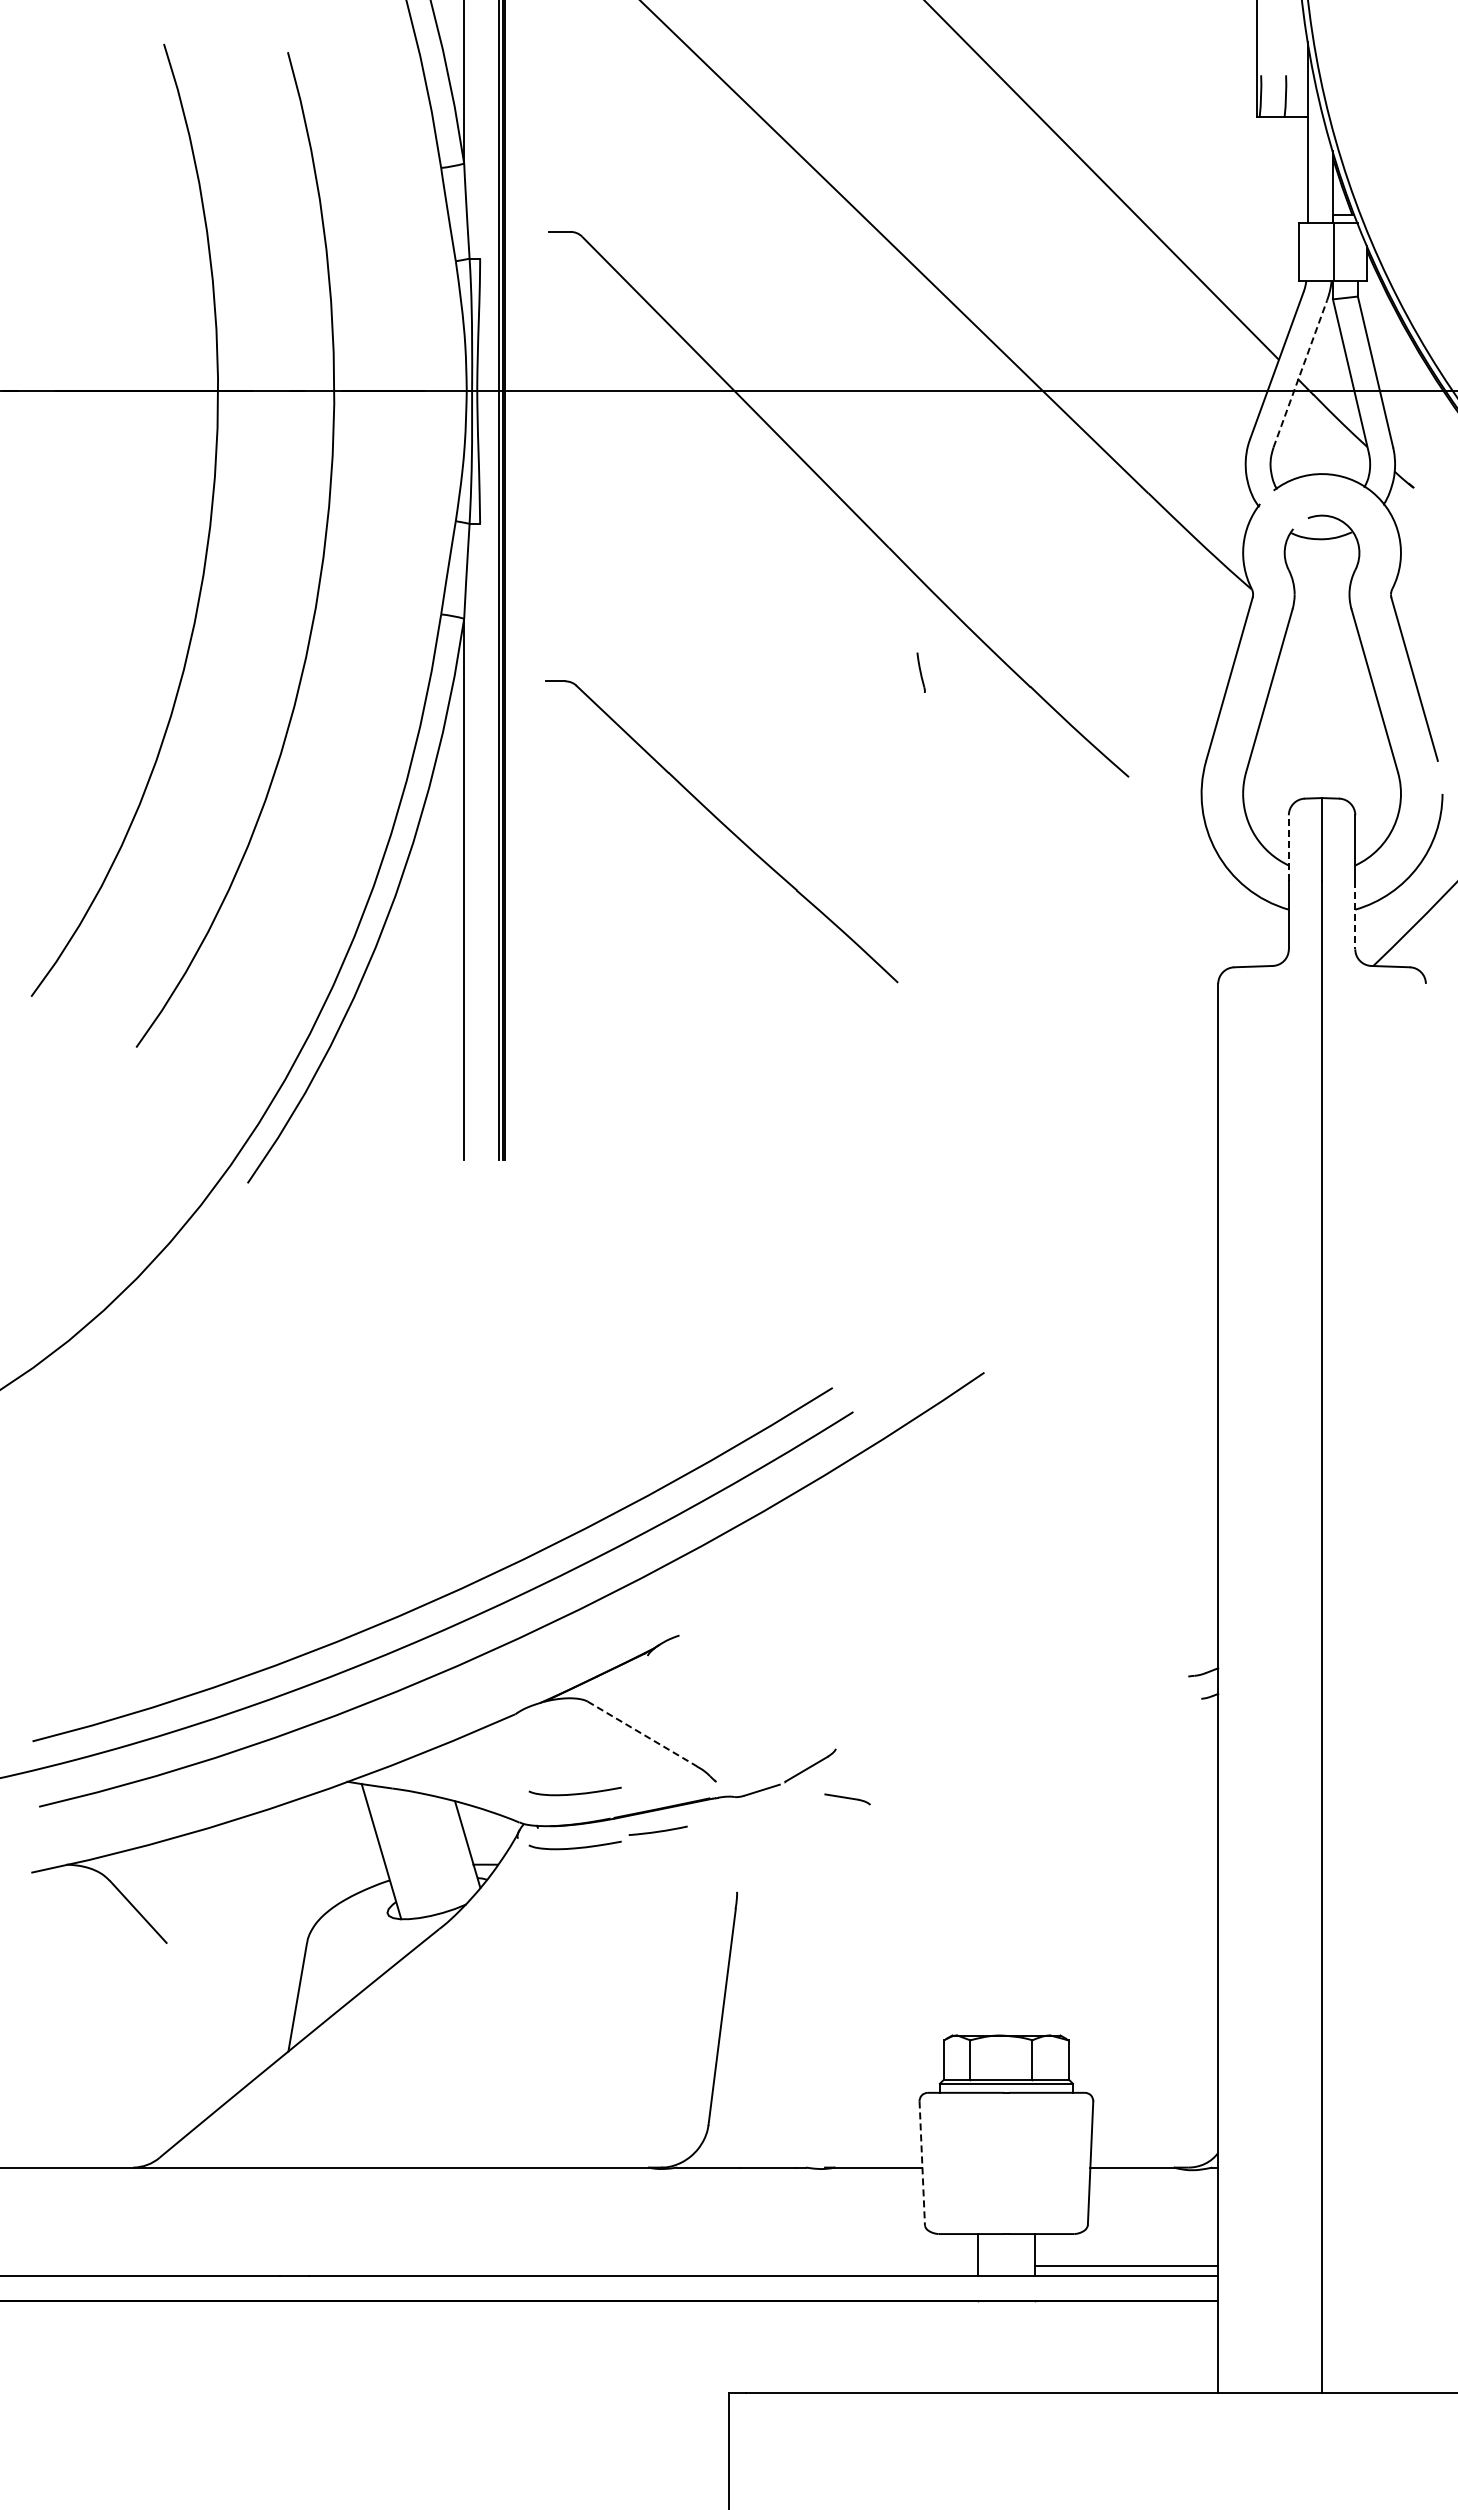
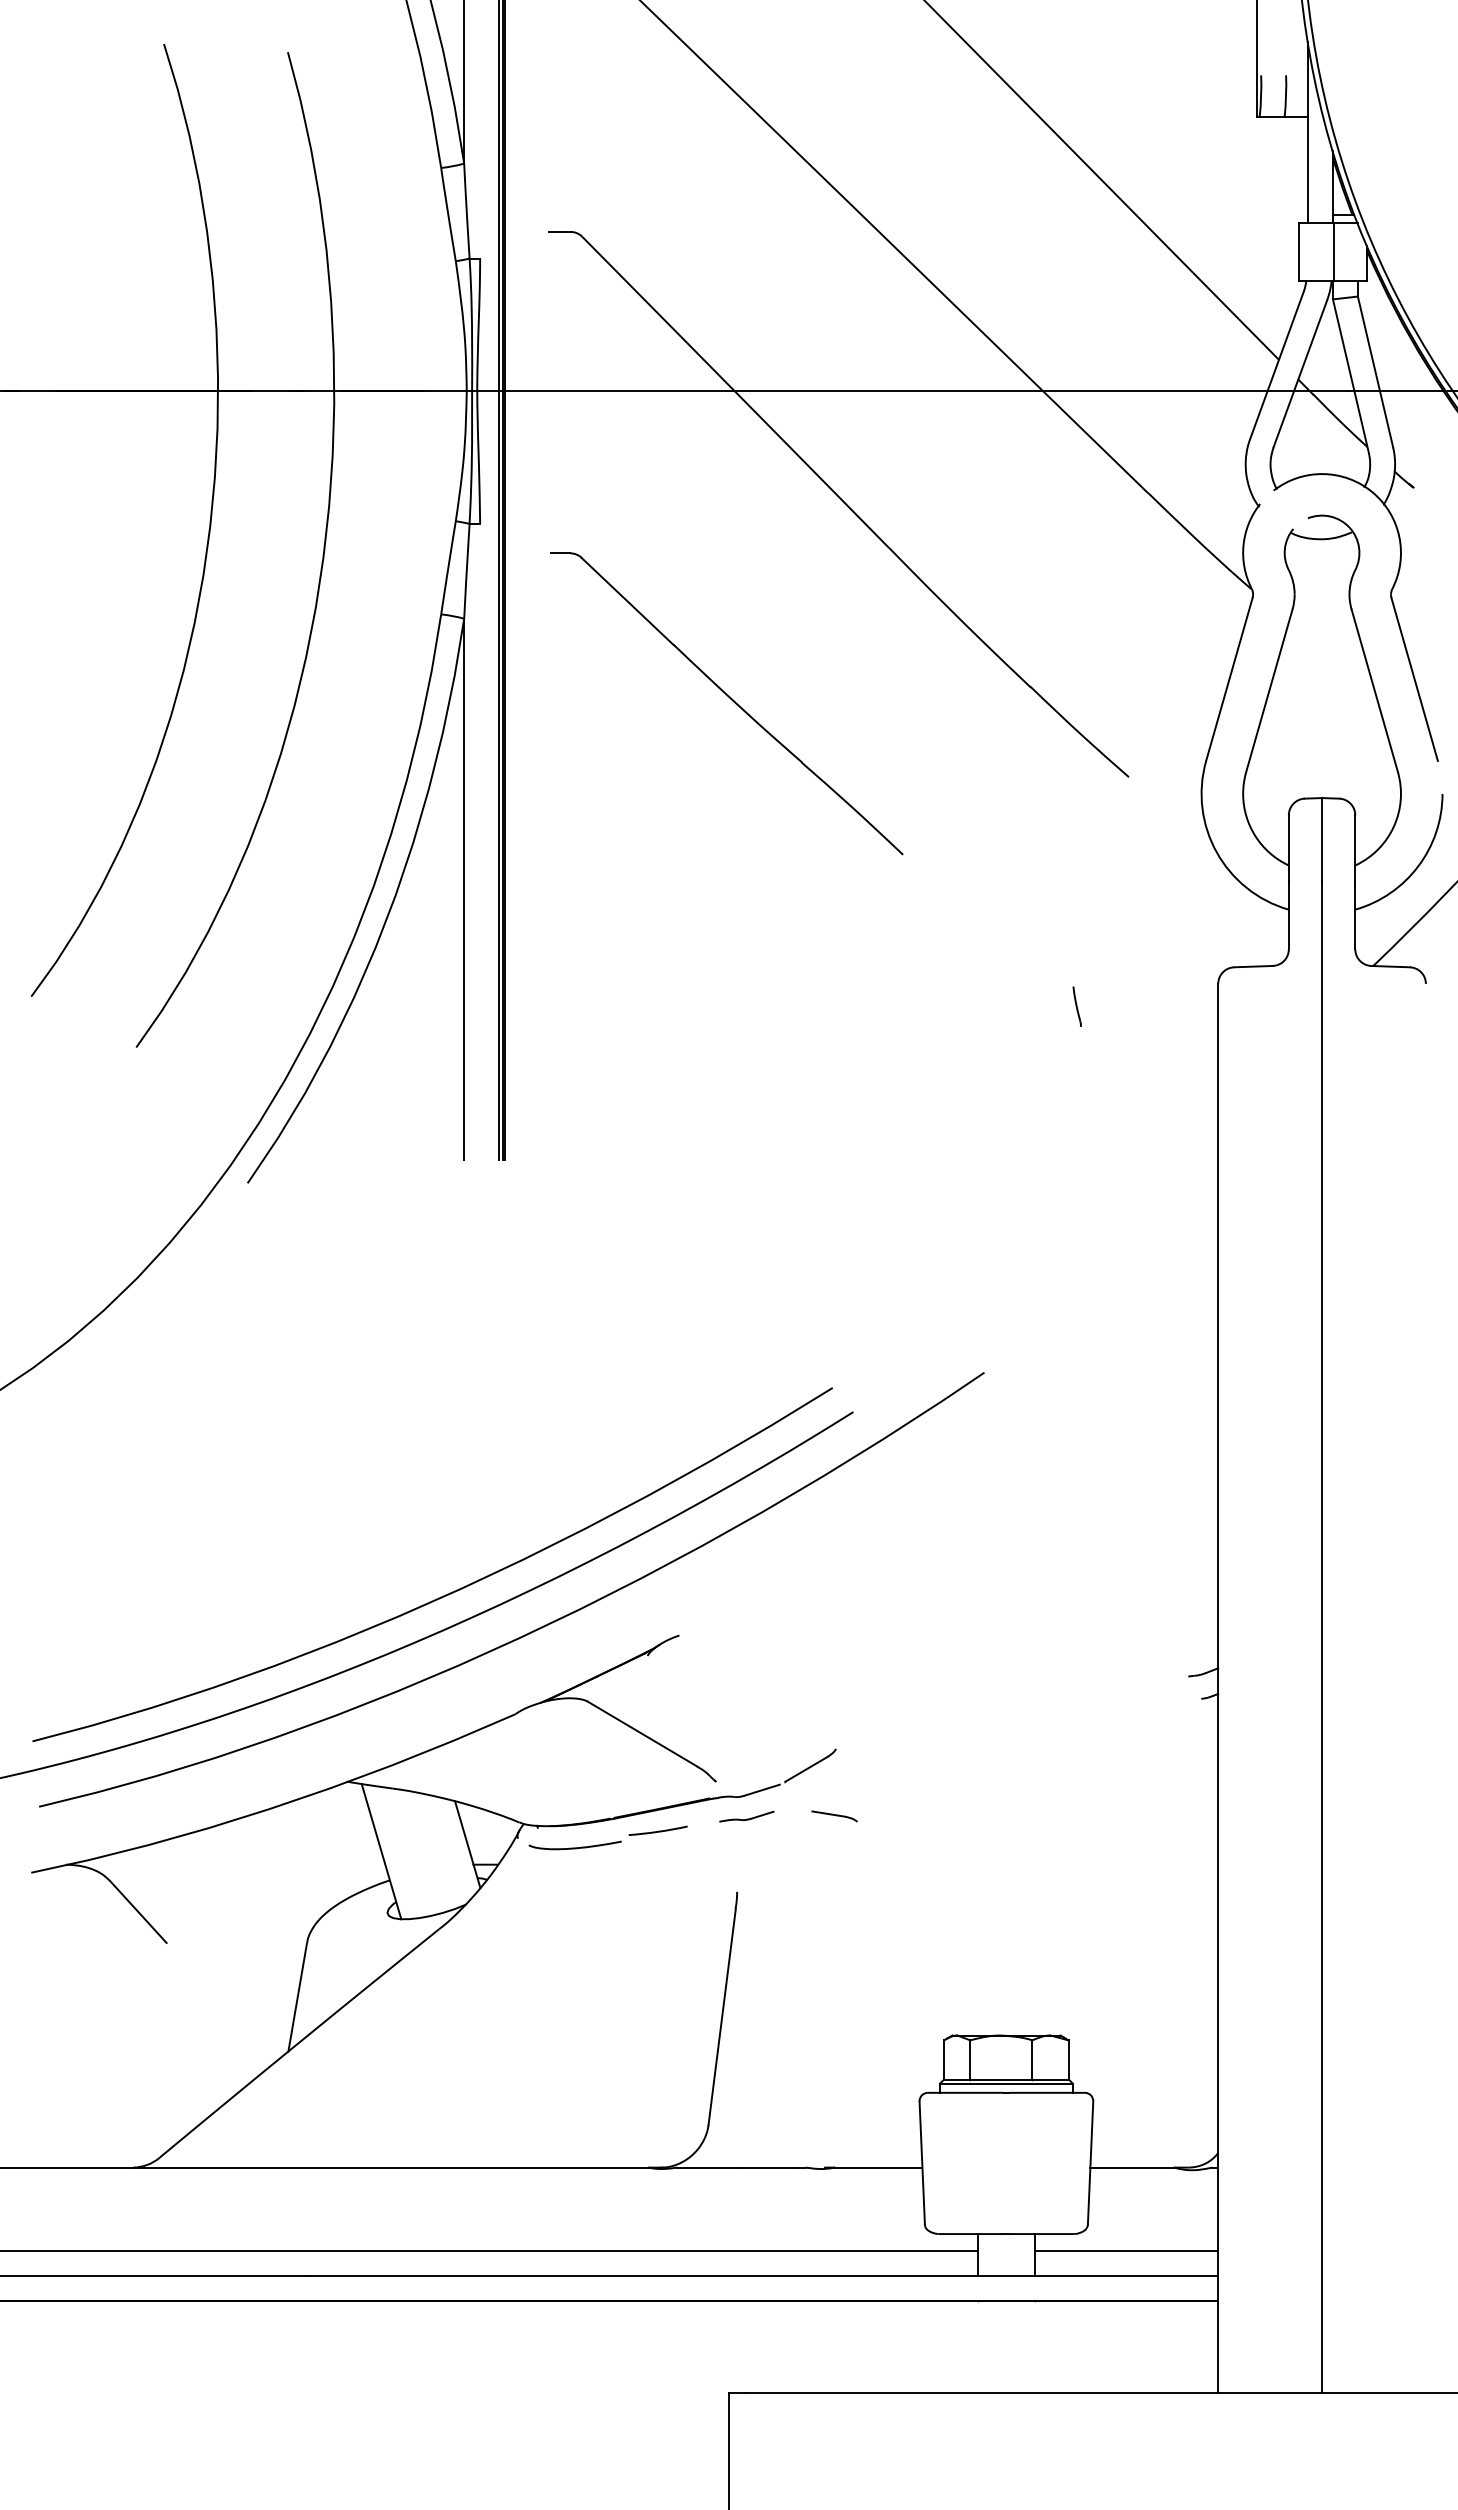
line at (1300, 373): dashed -> solid
line at (920, 672) position: (920, 672) -> (1076, 1006)
part at (721, 831) position: (721, 831) -> (726, 703)
line at (1288, 848): dashed -> solid
line at (1355, 915): dashed -> solid
line at (642, 1734): dashed -> solid
curve at (574, 1793): present -> none
part at (847, 1799) position: (847, 1799) -> (834, 1816)
part at (746, 1816): none -> present
line at (922, 2163): dashed -> solid
line at (490, 2250): none -> present
line at (1126, 2265) position: (1126, 2265) -> (1126, 2250)
